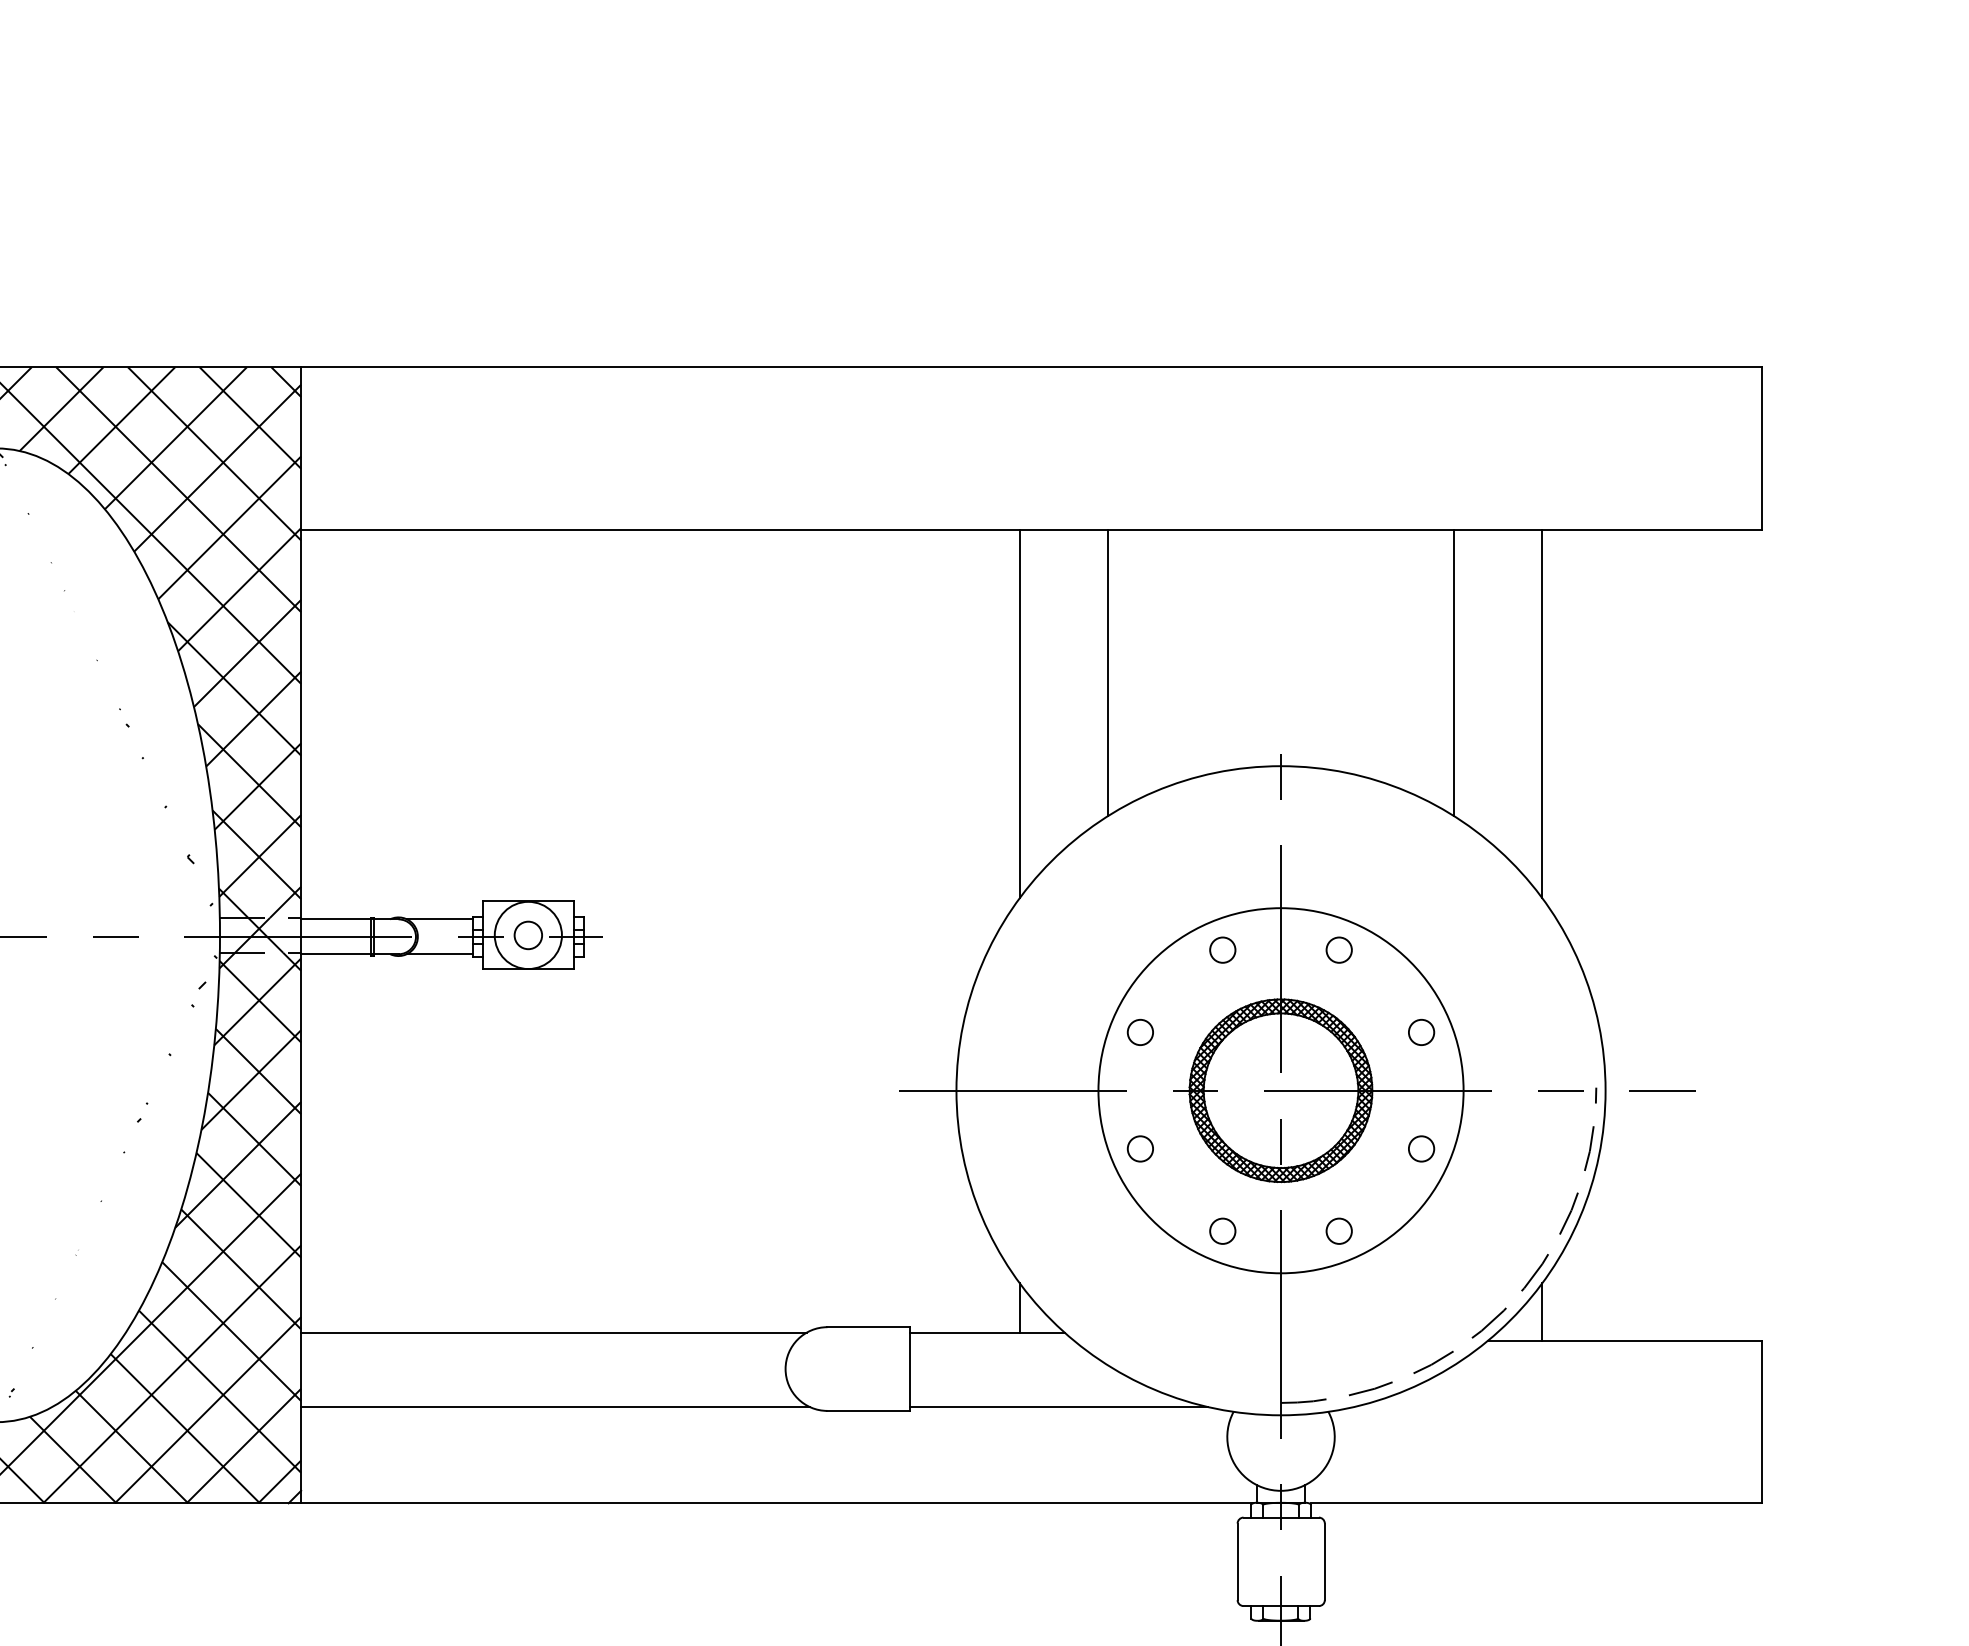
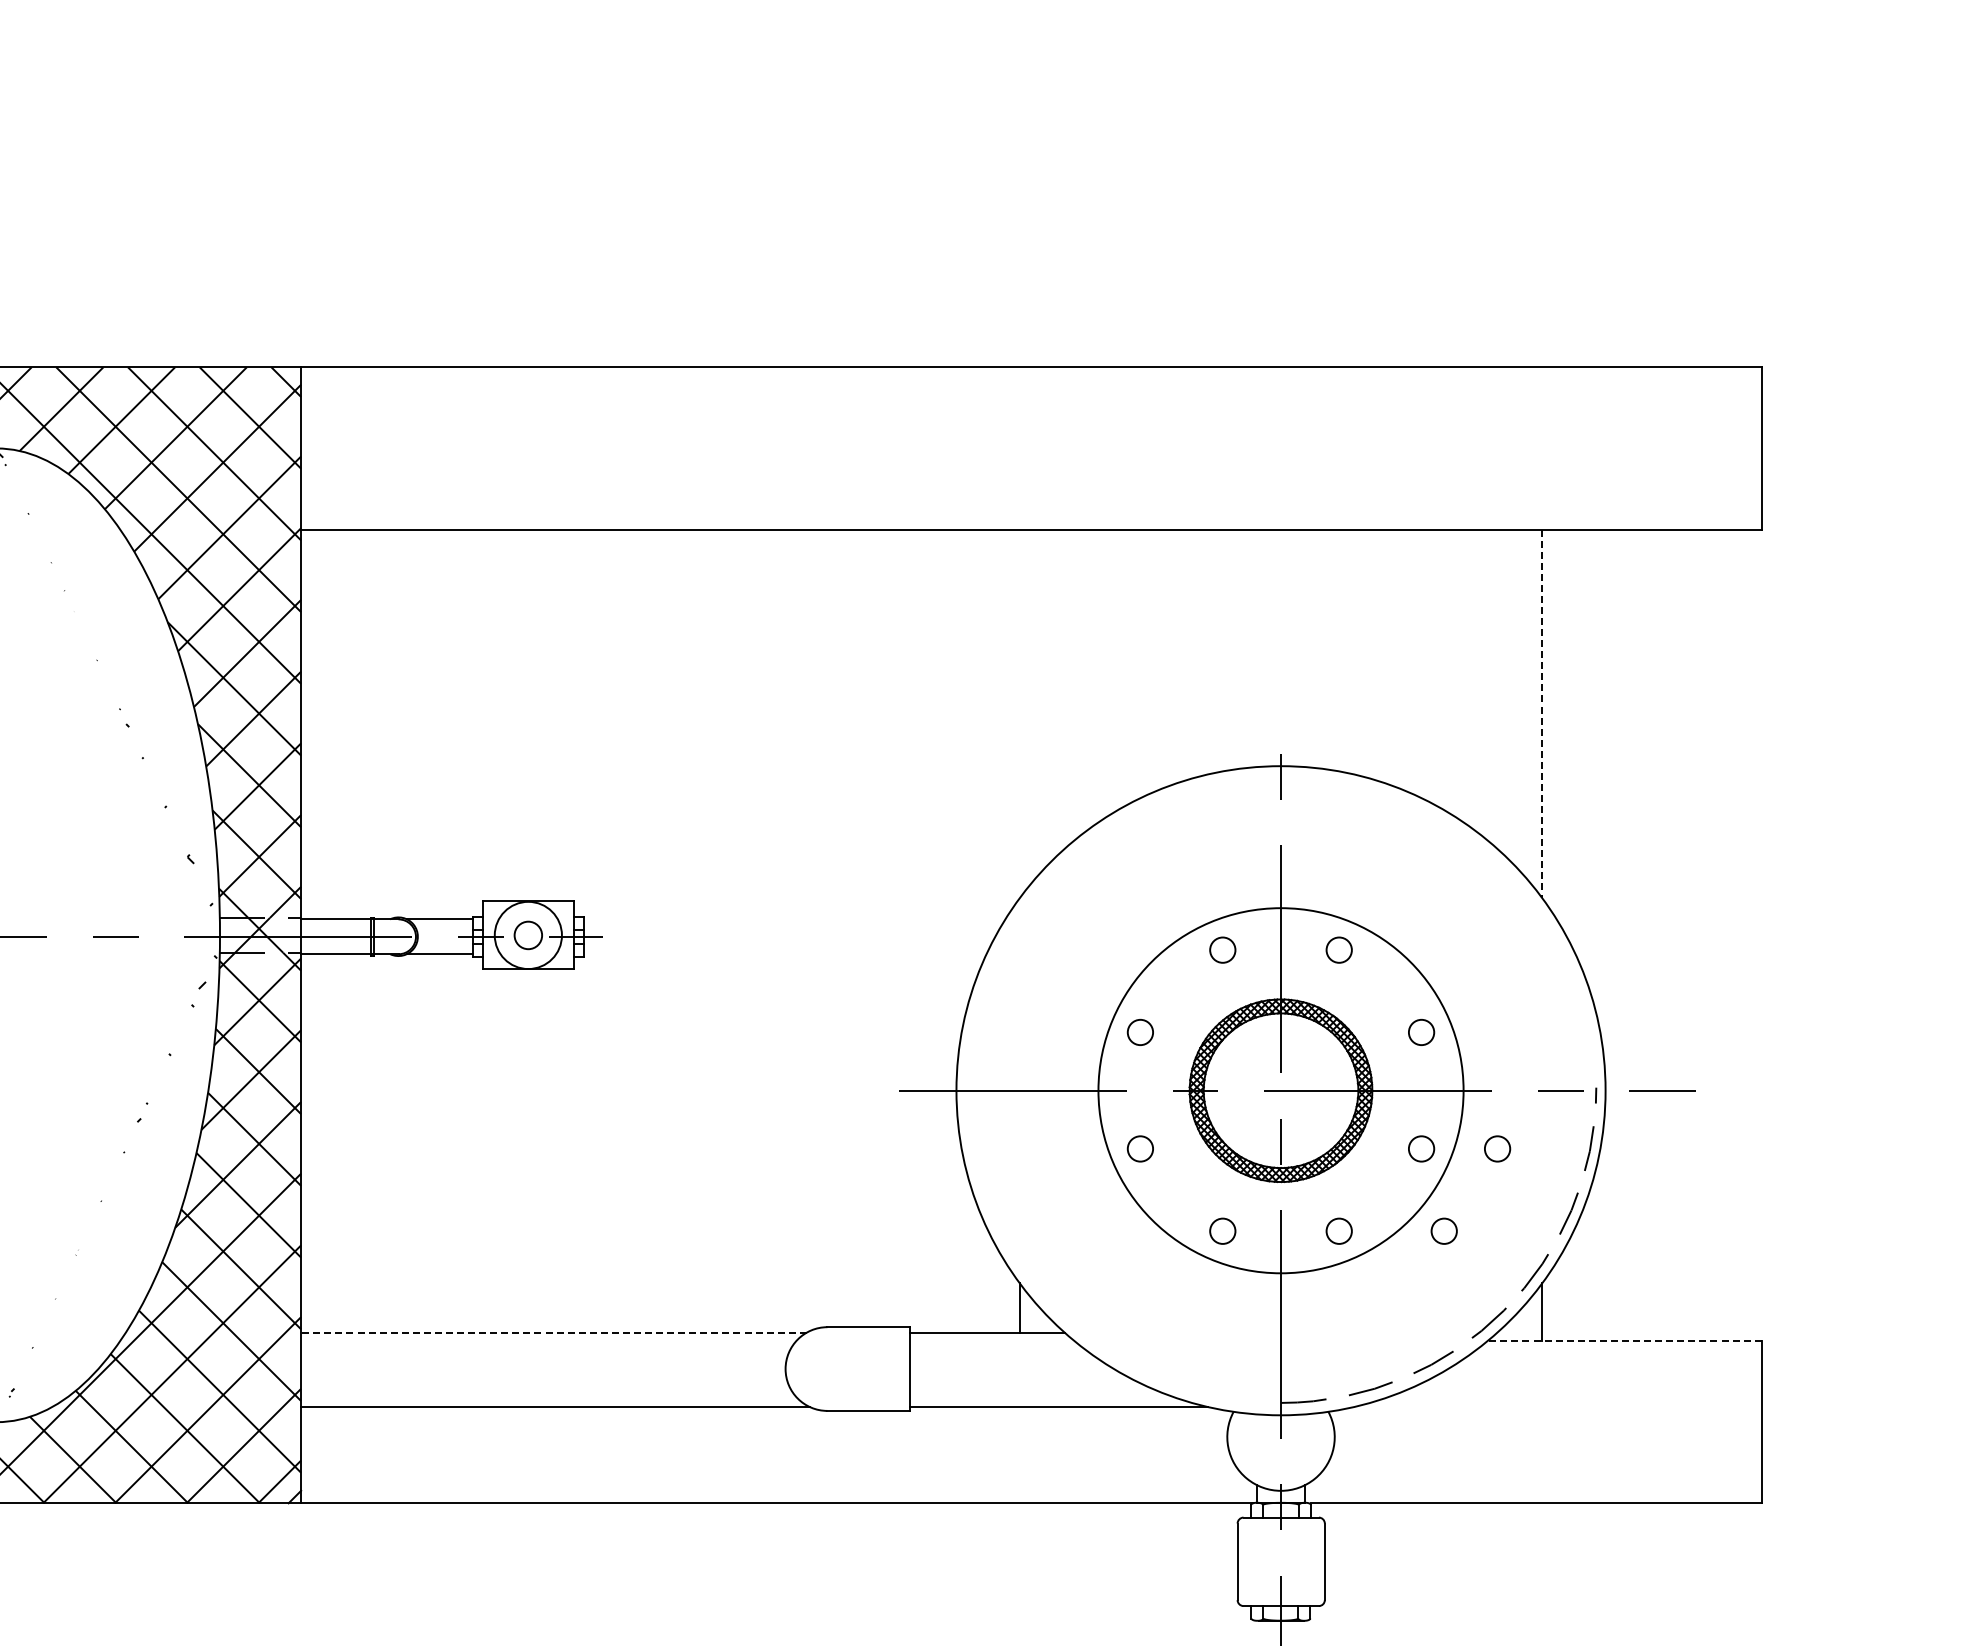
line at (1107, 672): present -> none
line at (1454, 672): present -> none
line at (1019, 713): present -> none
line at (1542, 714): solid -> dashed
circle at (1497, 1148): none -> present
circle at (1443, 1230): none -> present
line at (553, 1332): solid -> dashed
line at (1624, 1341): solid -> dashed
